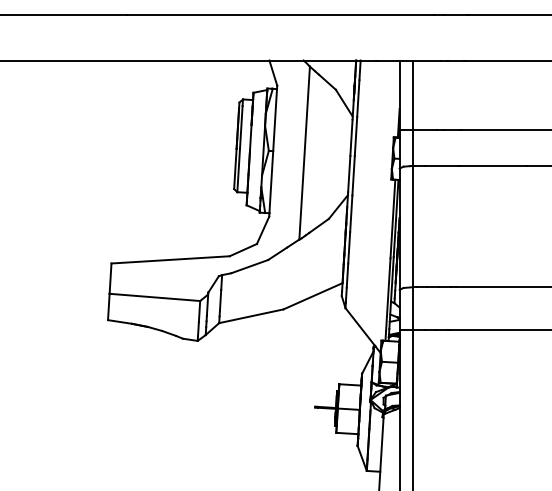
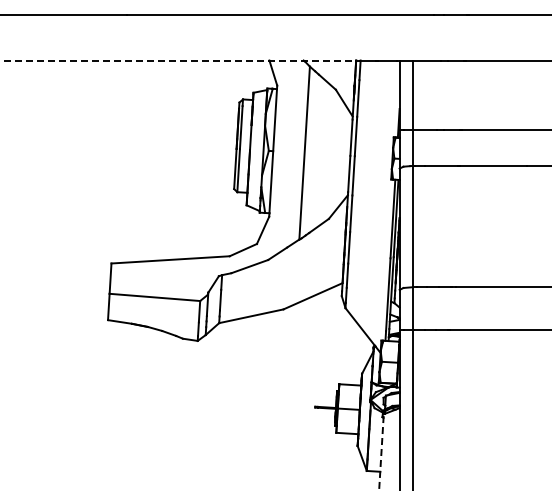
line at (178, 60): solid -> dashed
line at (381, 452): solid -> dashed
